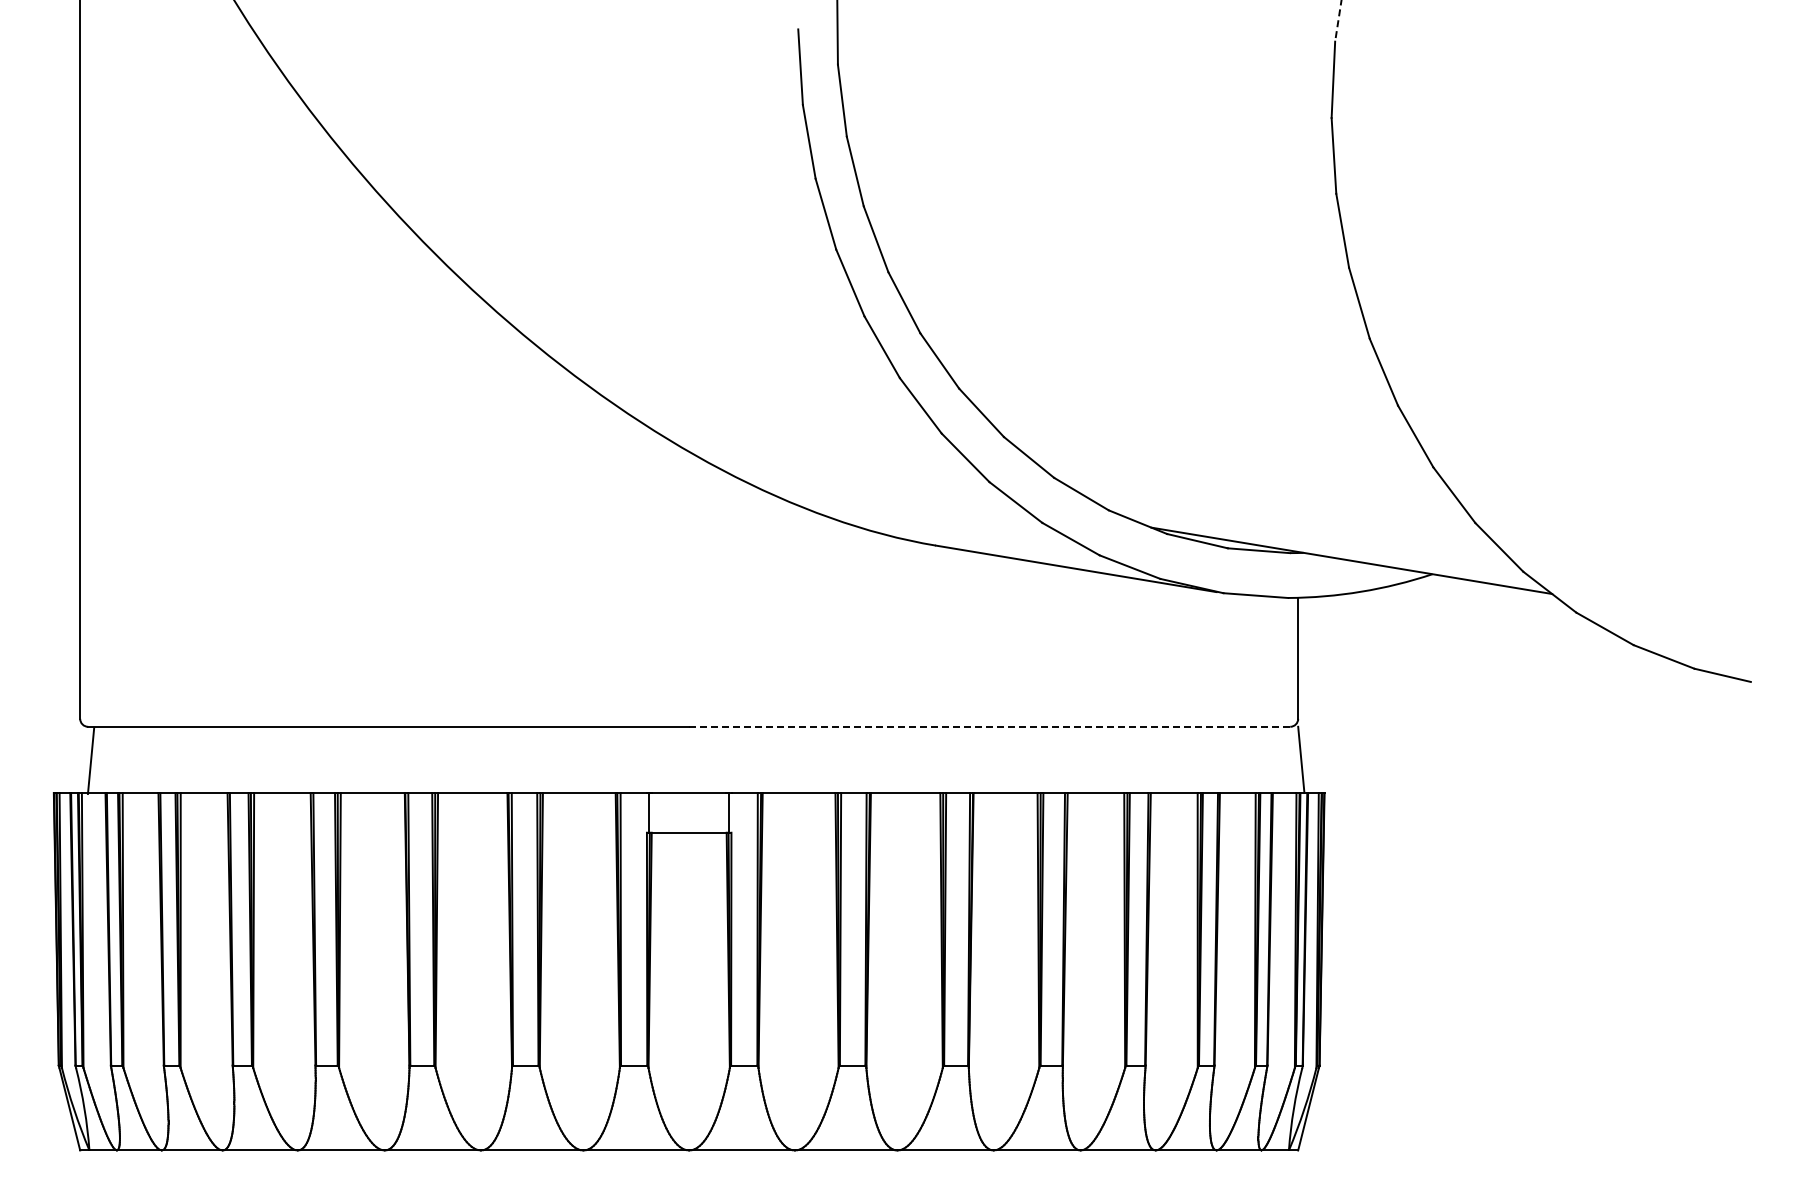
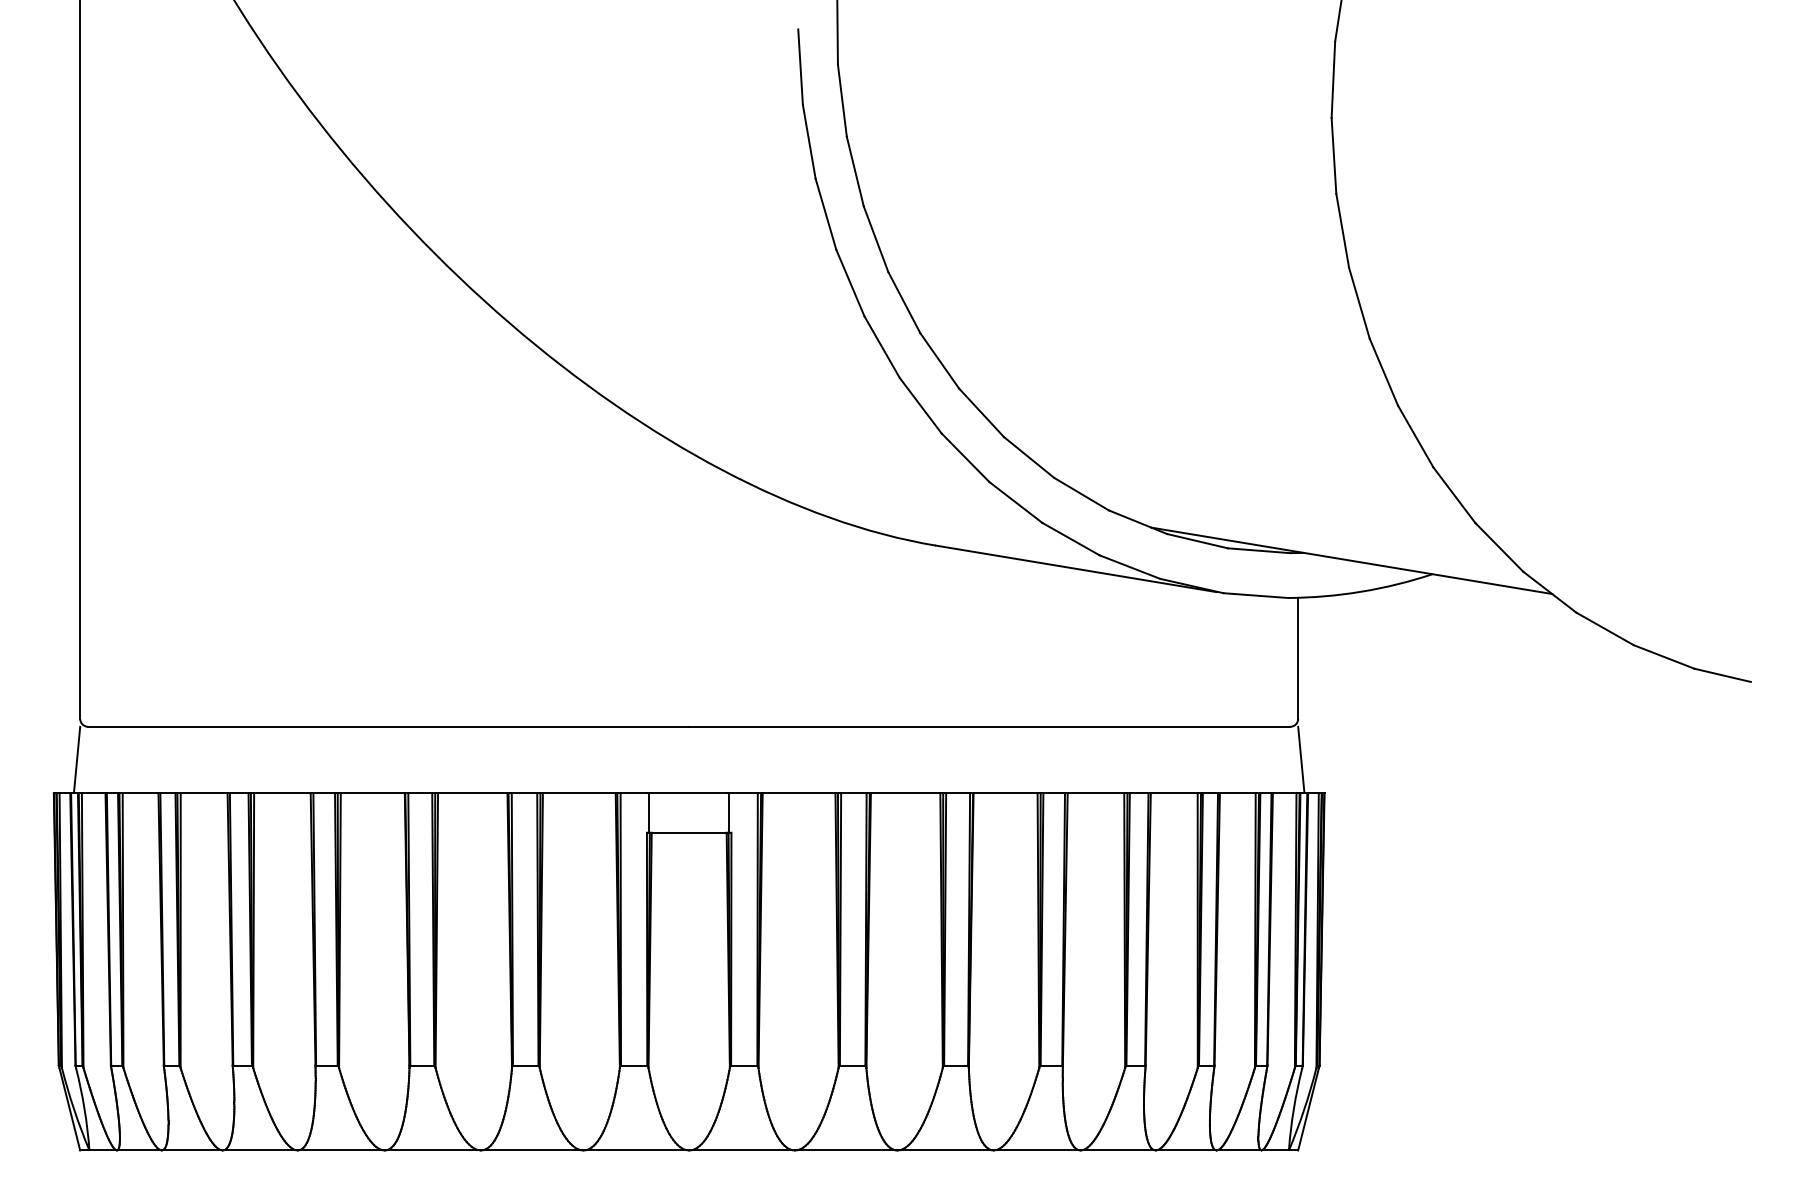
line at (1338, 21): dashed -> solid
line at (989, 726): dashed -> solid
line at (90, 760) position: (90, 760) -> (76, 759)
